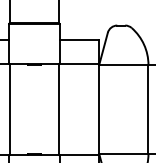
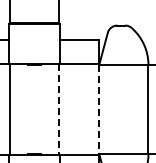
line at (59, 109): solid -> dashed
line at (98, 109): solid -> dashed
